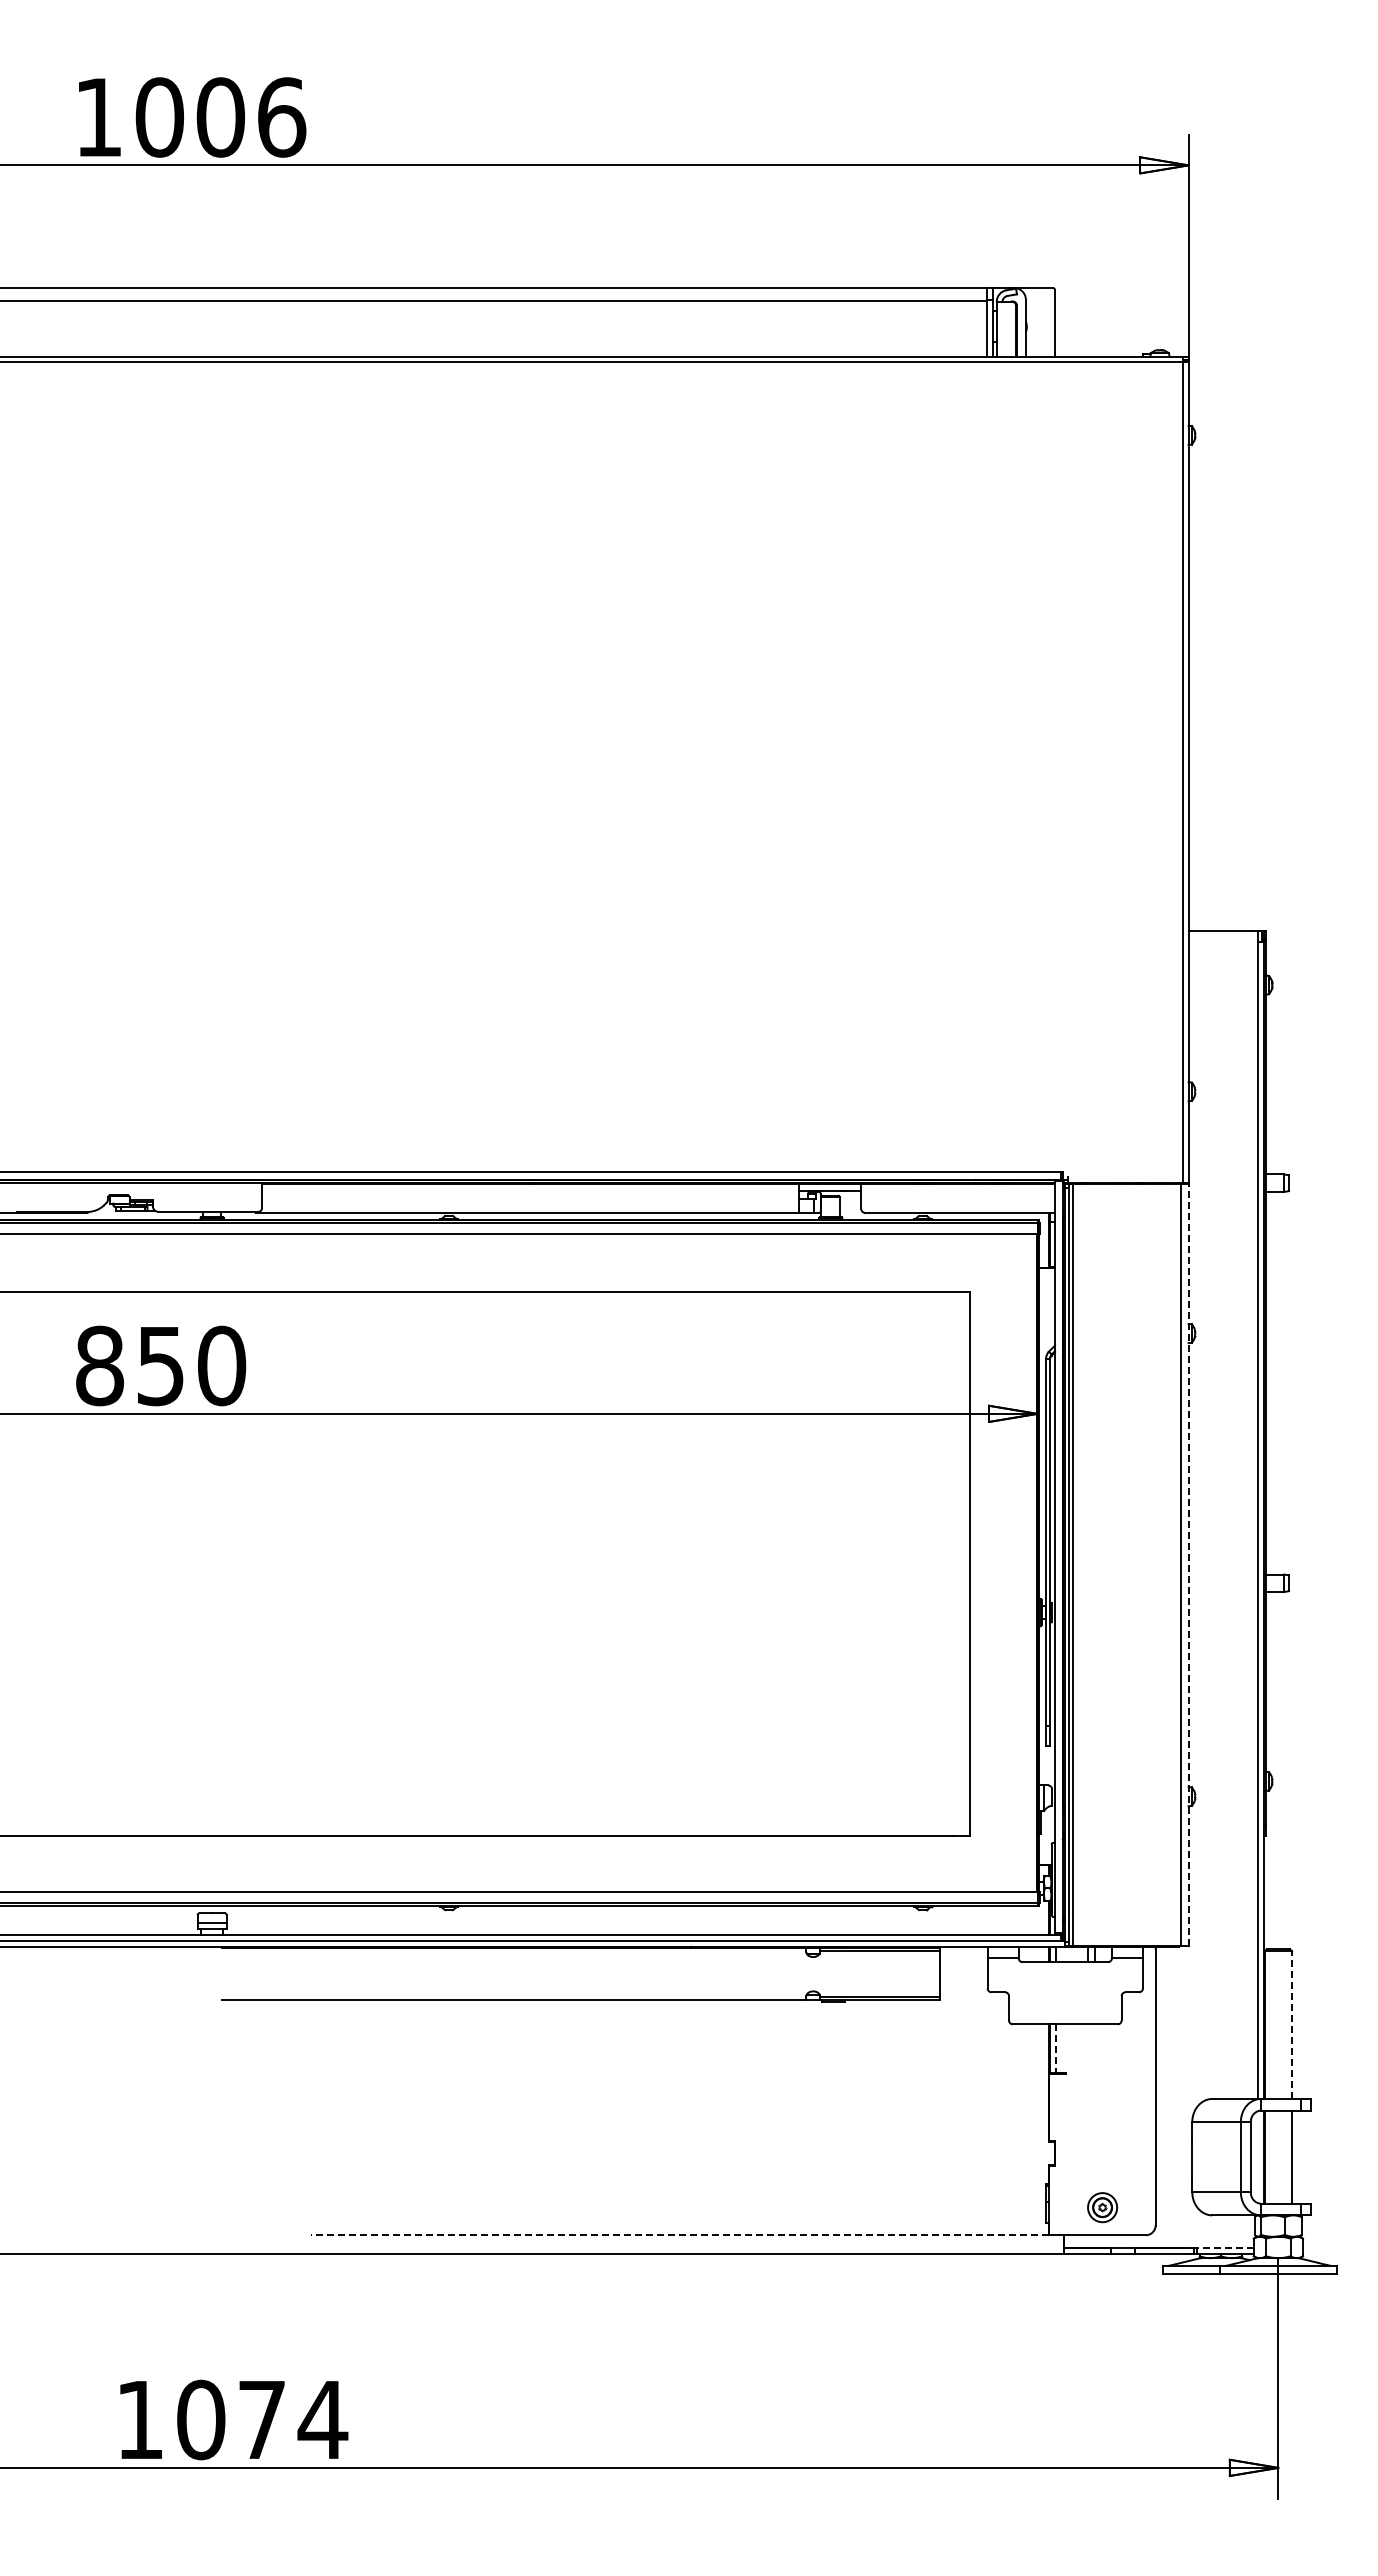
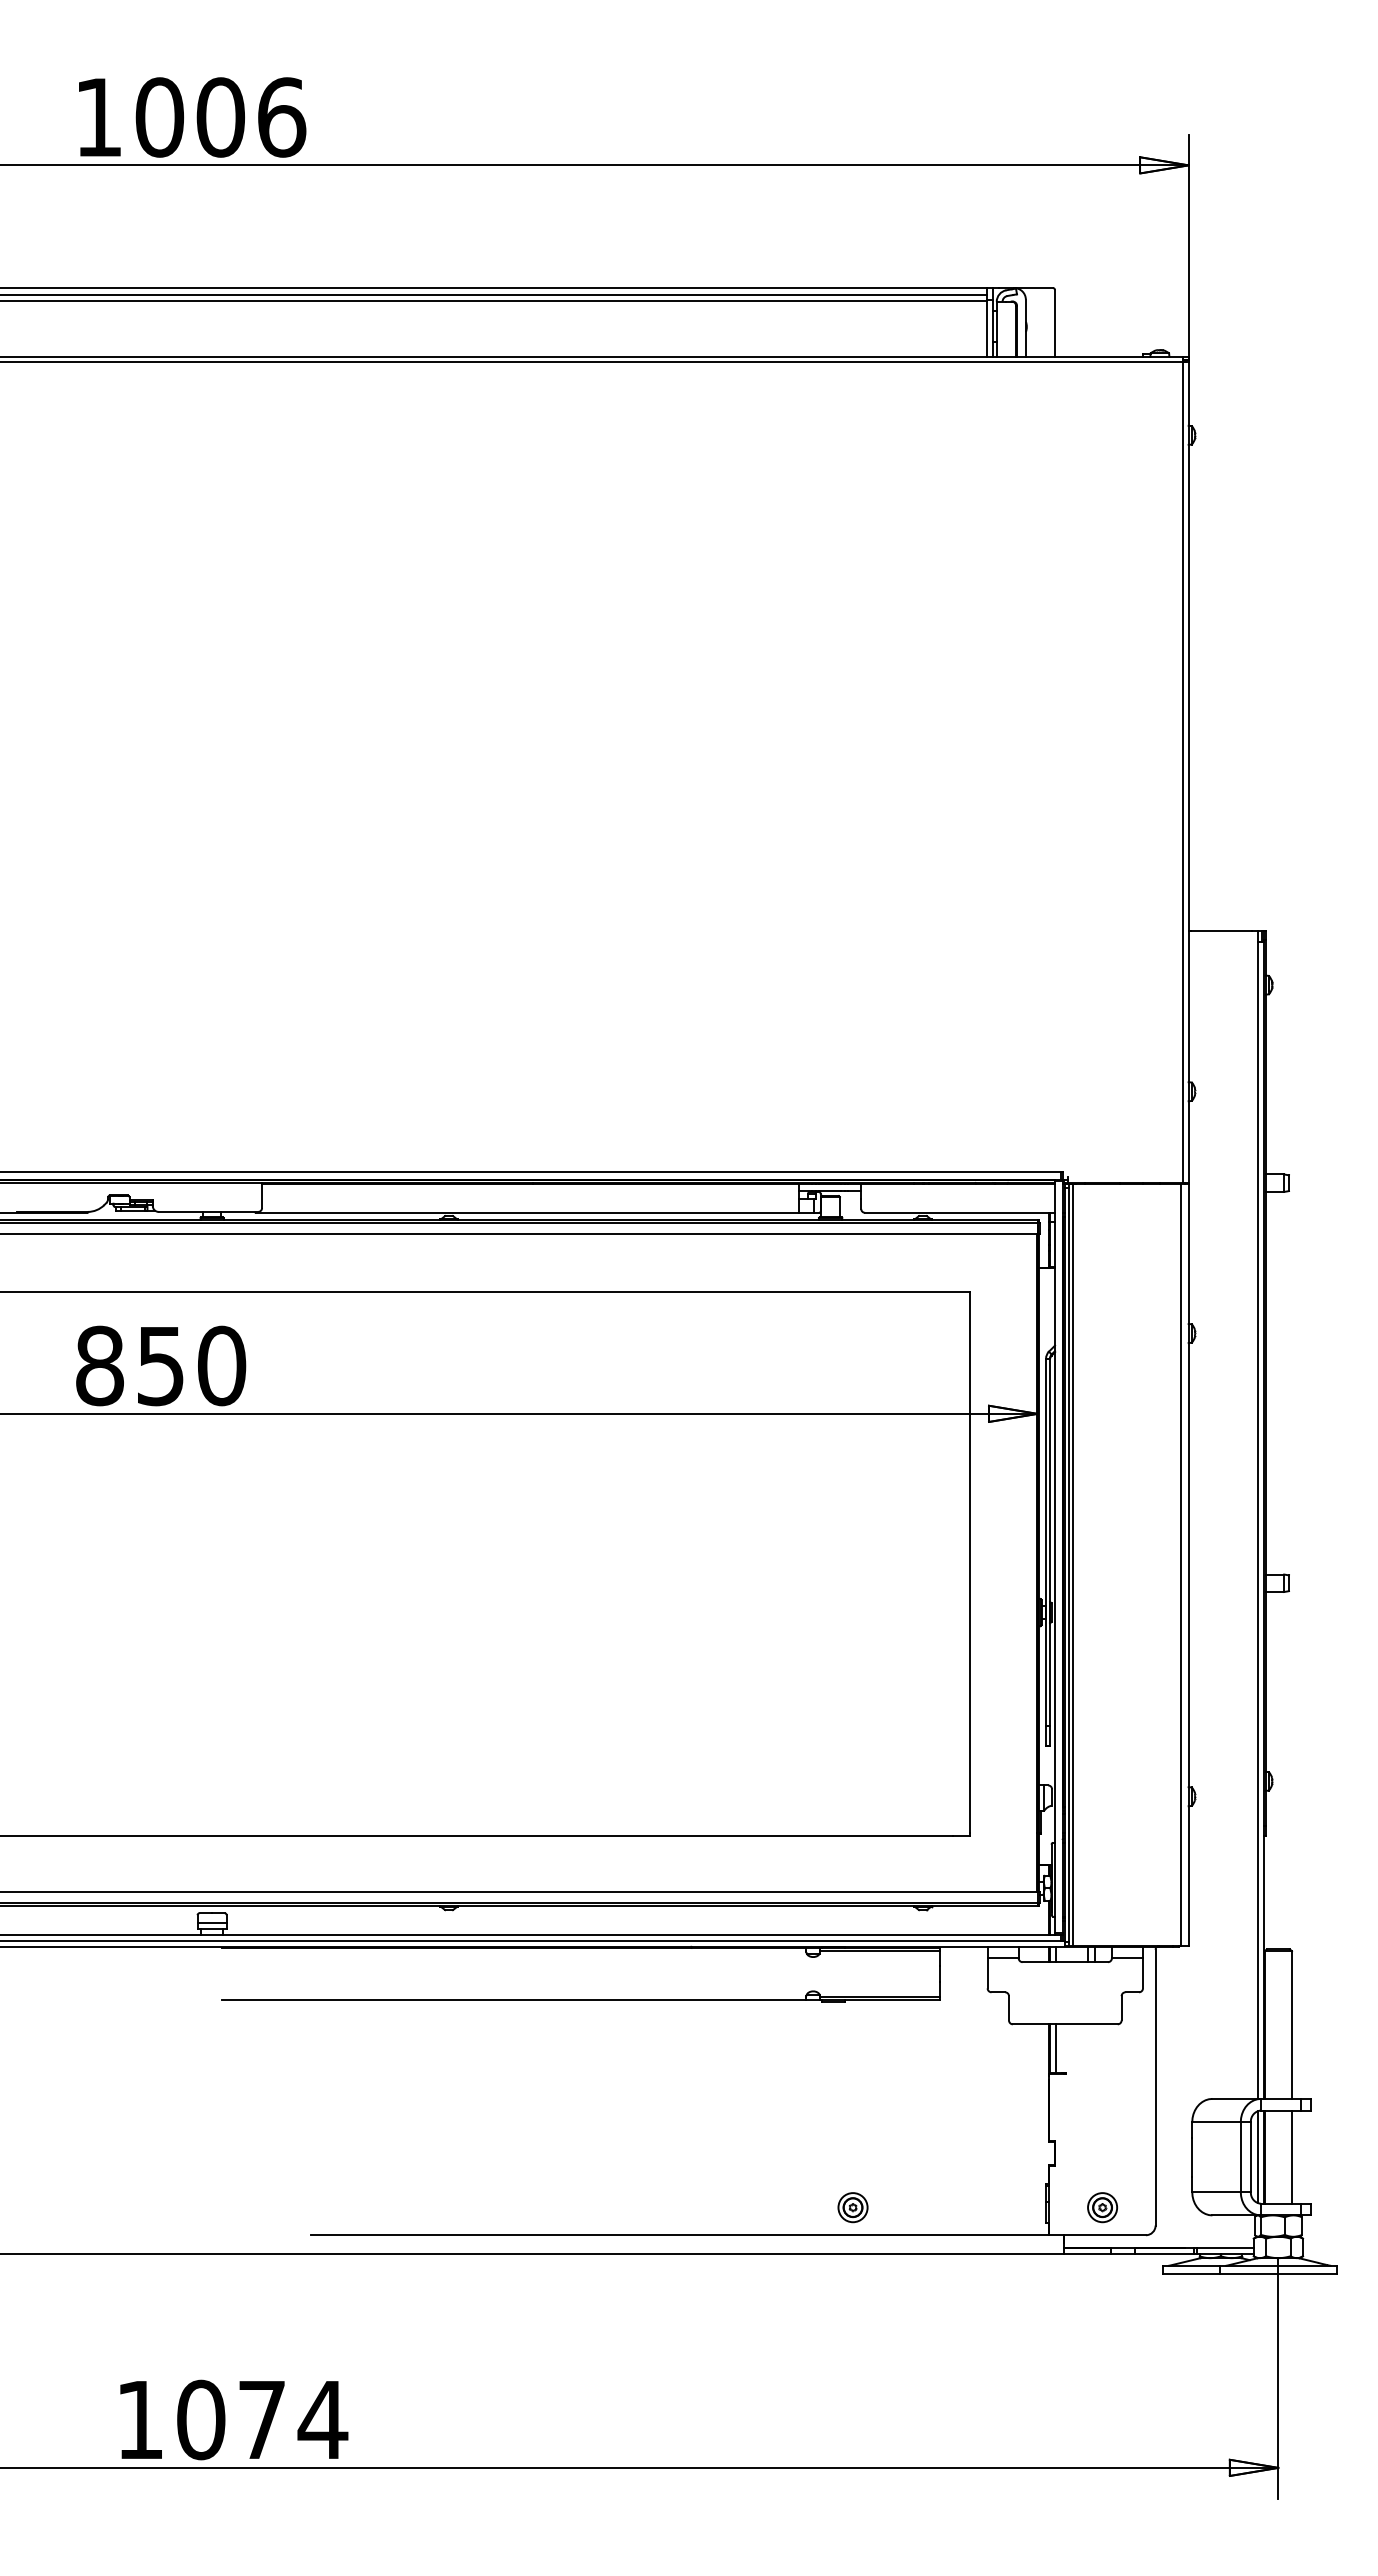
line at (494, 295): none -> present
line at (1188, 1564): dashed -> solid
line at (1291, 2025): dashed -> solid
line at (1055, 2048): dashed -> solid
line at (1257, 2157): none -> present
part at (852, 2207): none -> present
line at (680, 2235): dashed -> solid
line at (1224, 2248): dashed -> solid
